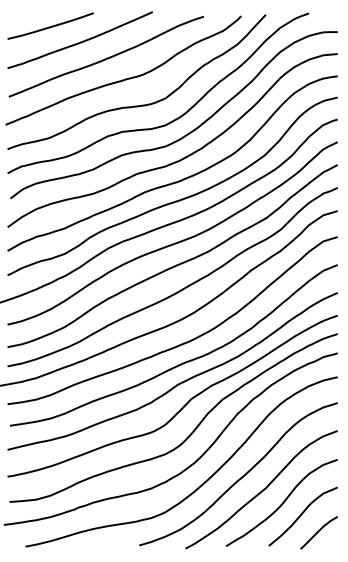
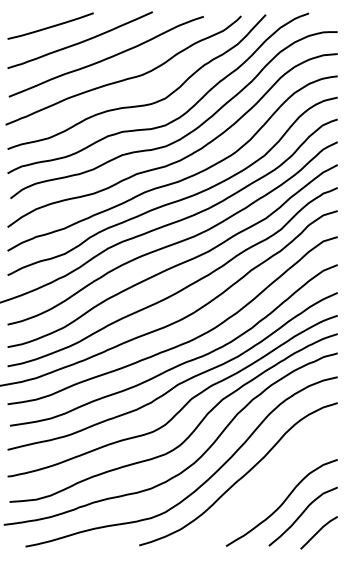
curve at (262, 489): present -> none
